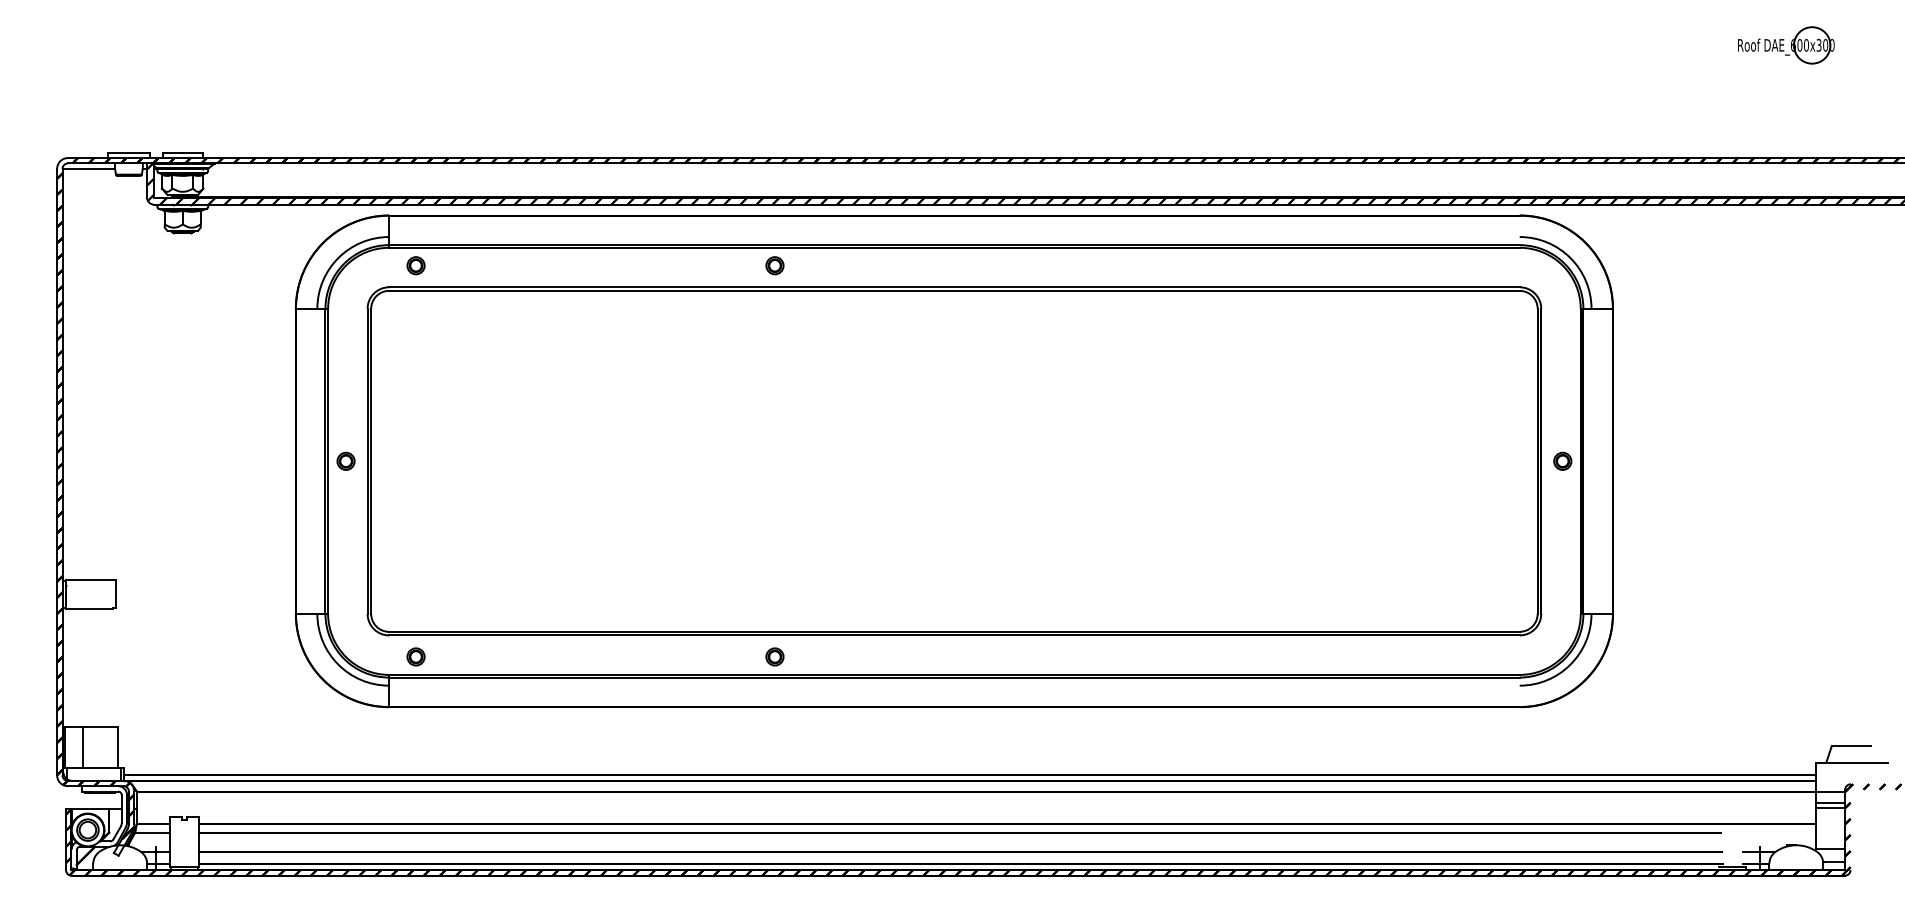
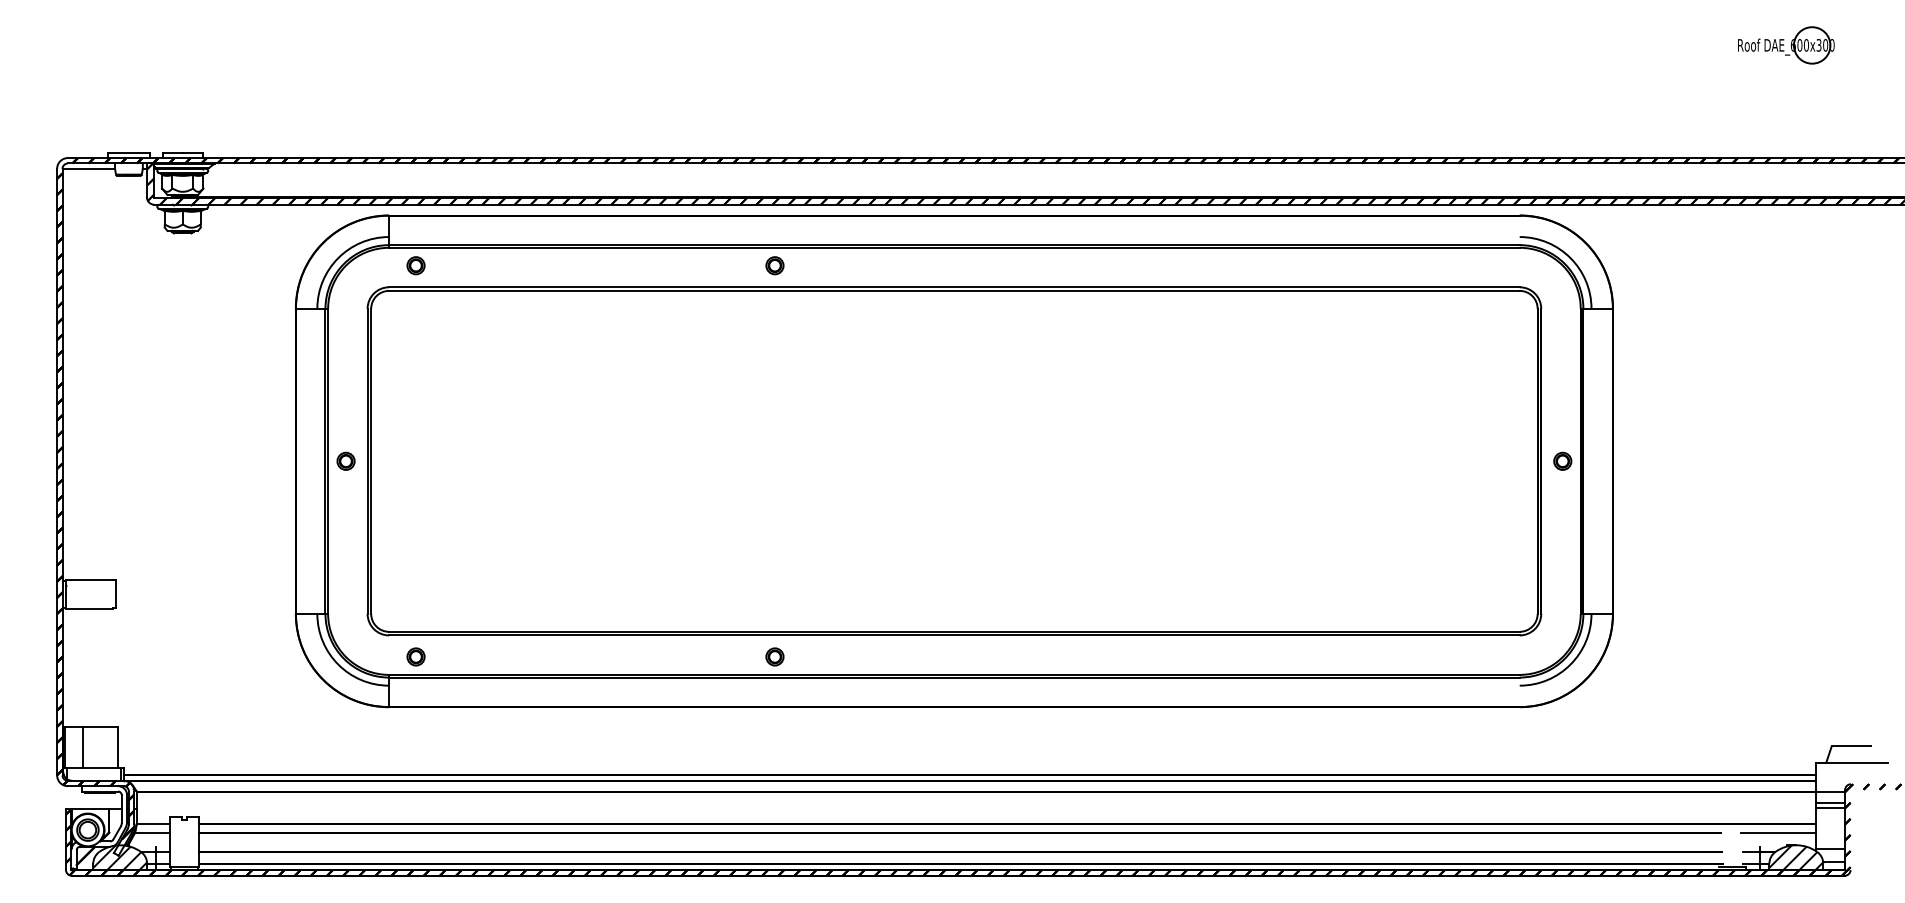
line at (1778, 832): none -> present
hatch at (120, 857): none -> present
hatch at (1796, 857): none -> present
